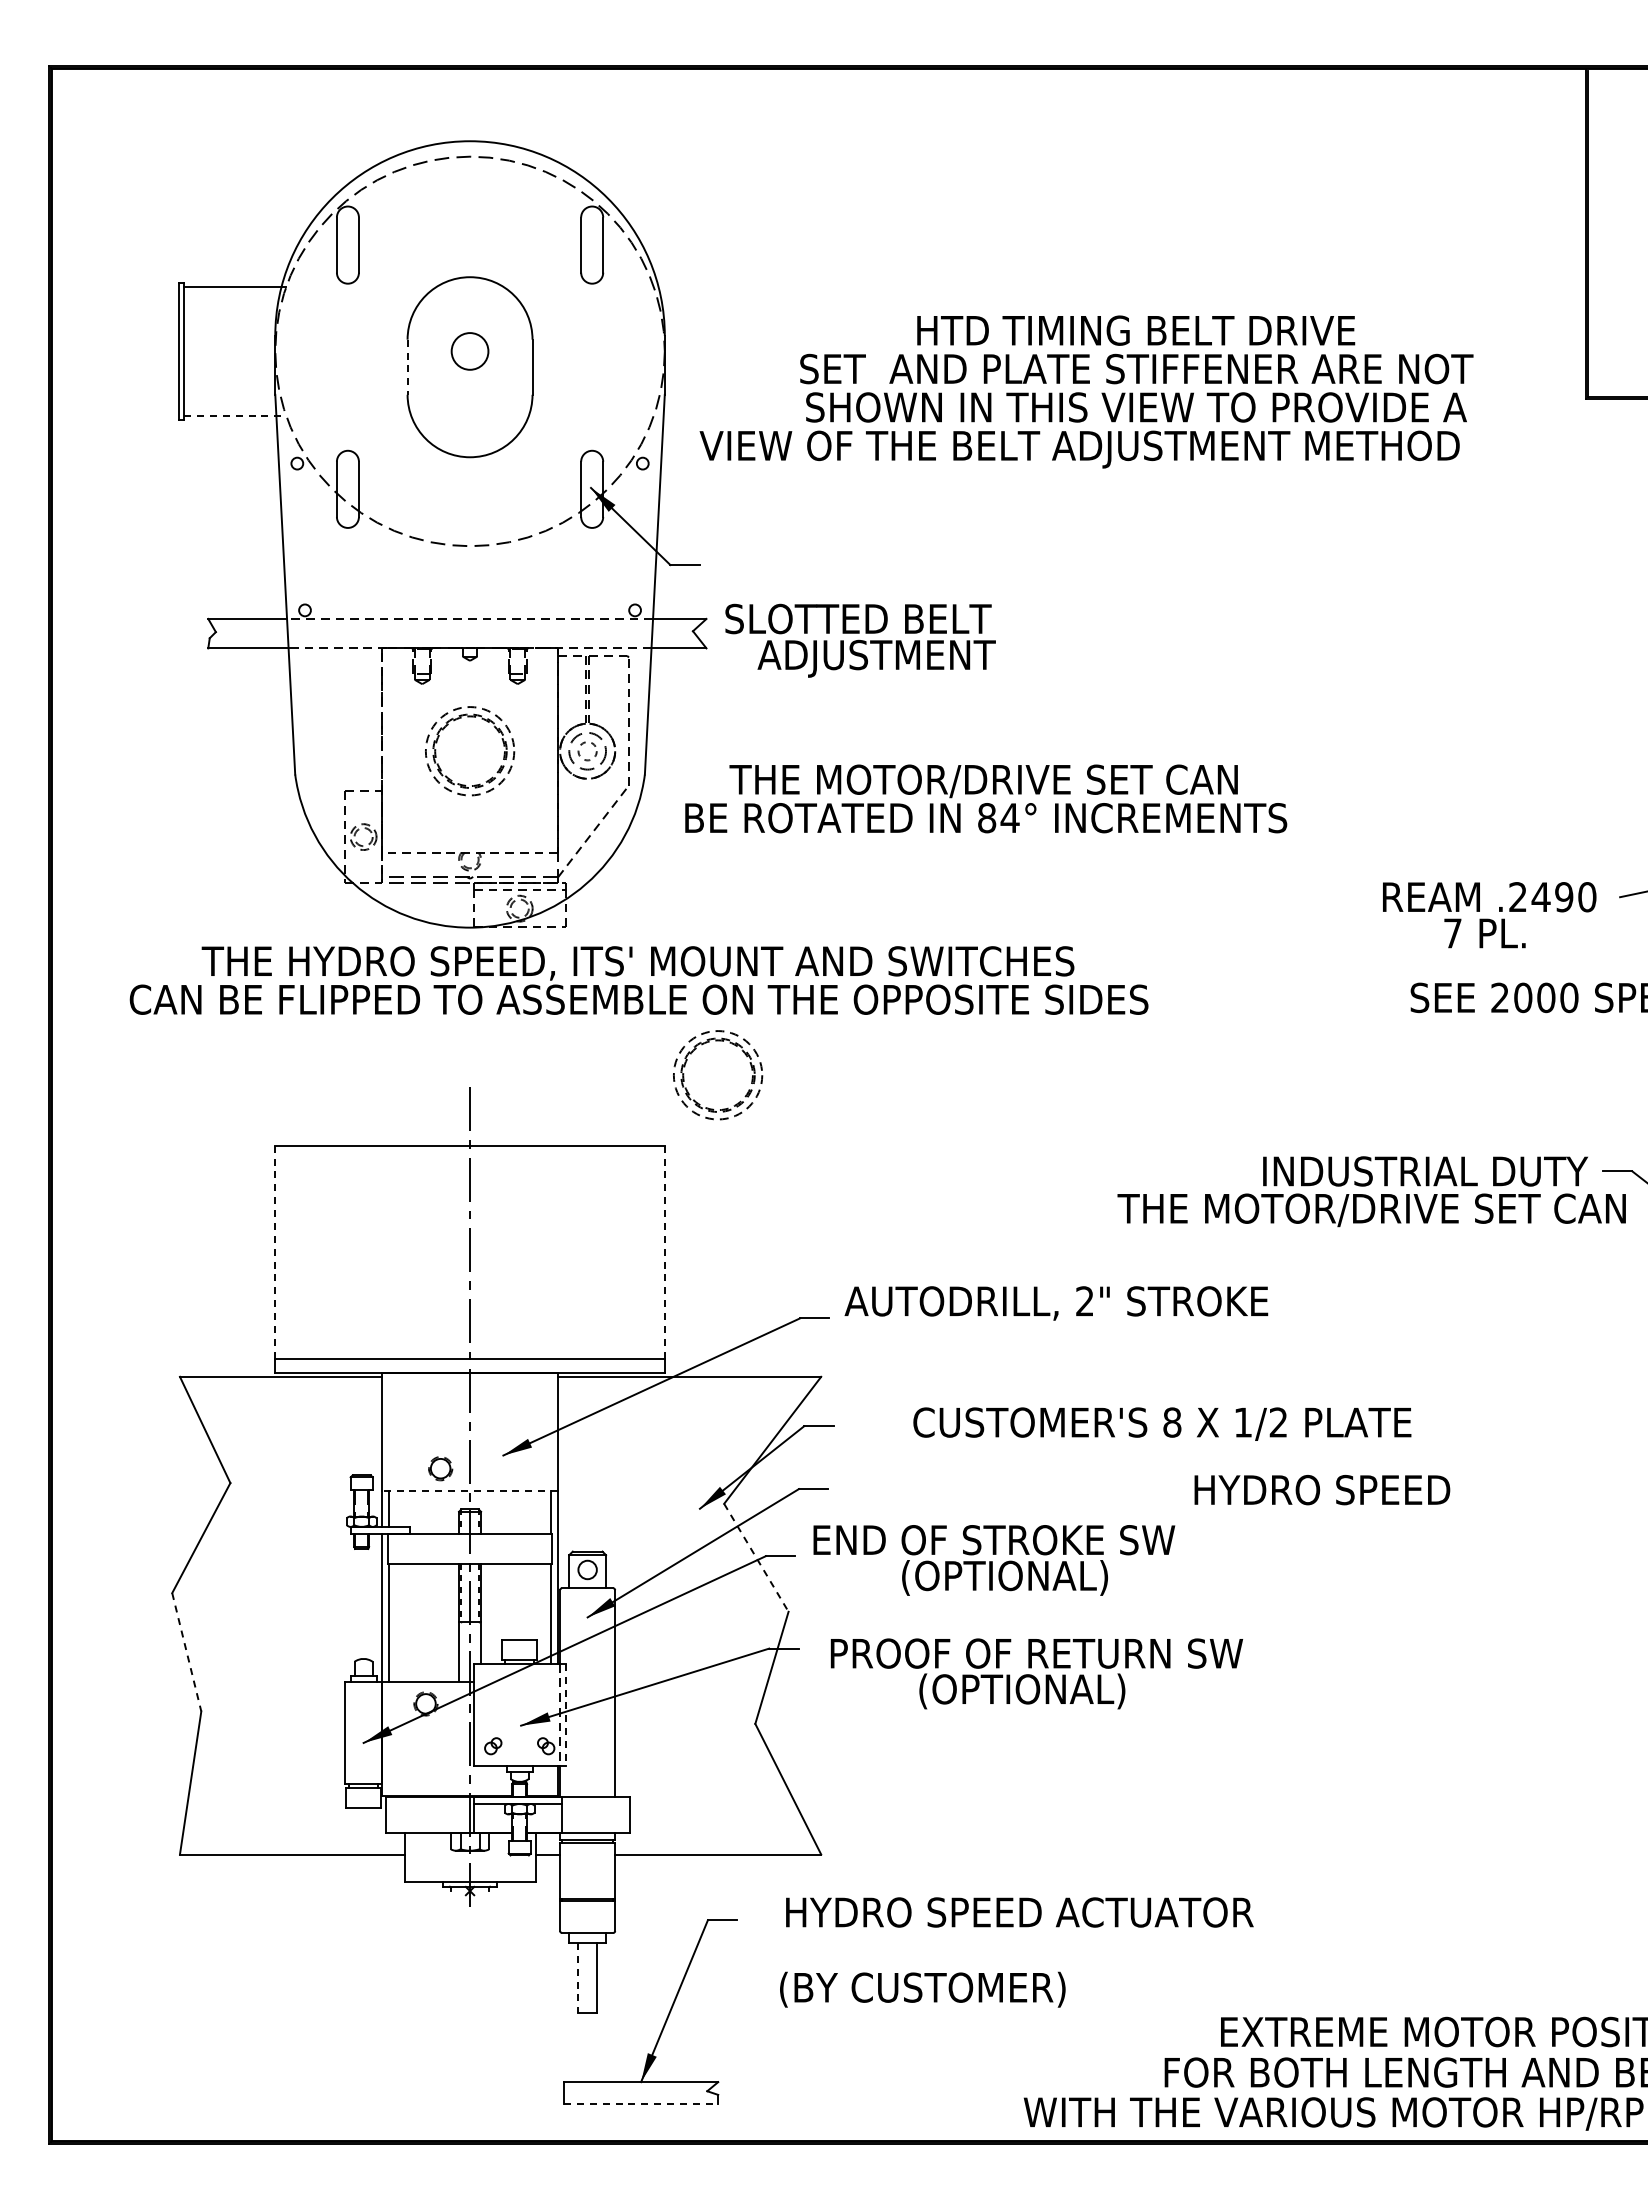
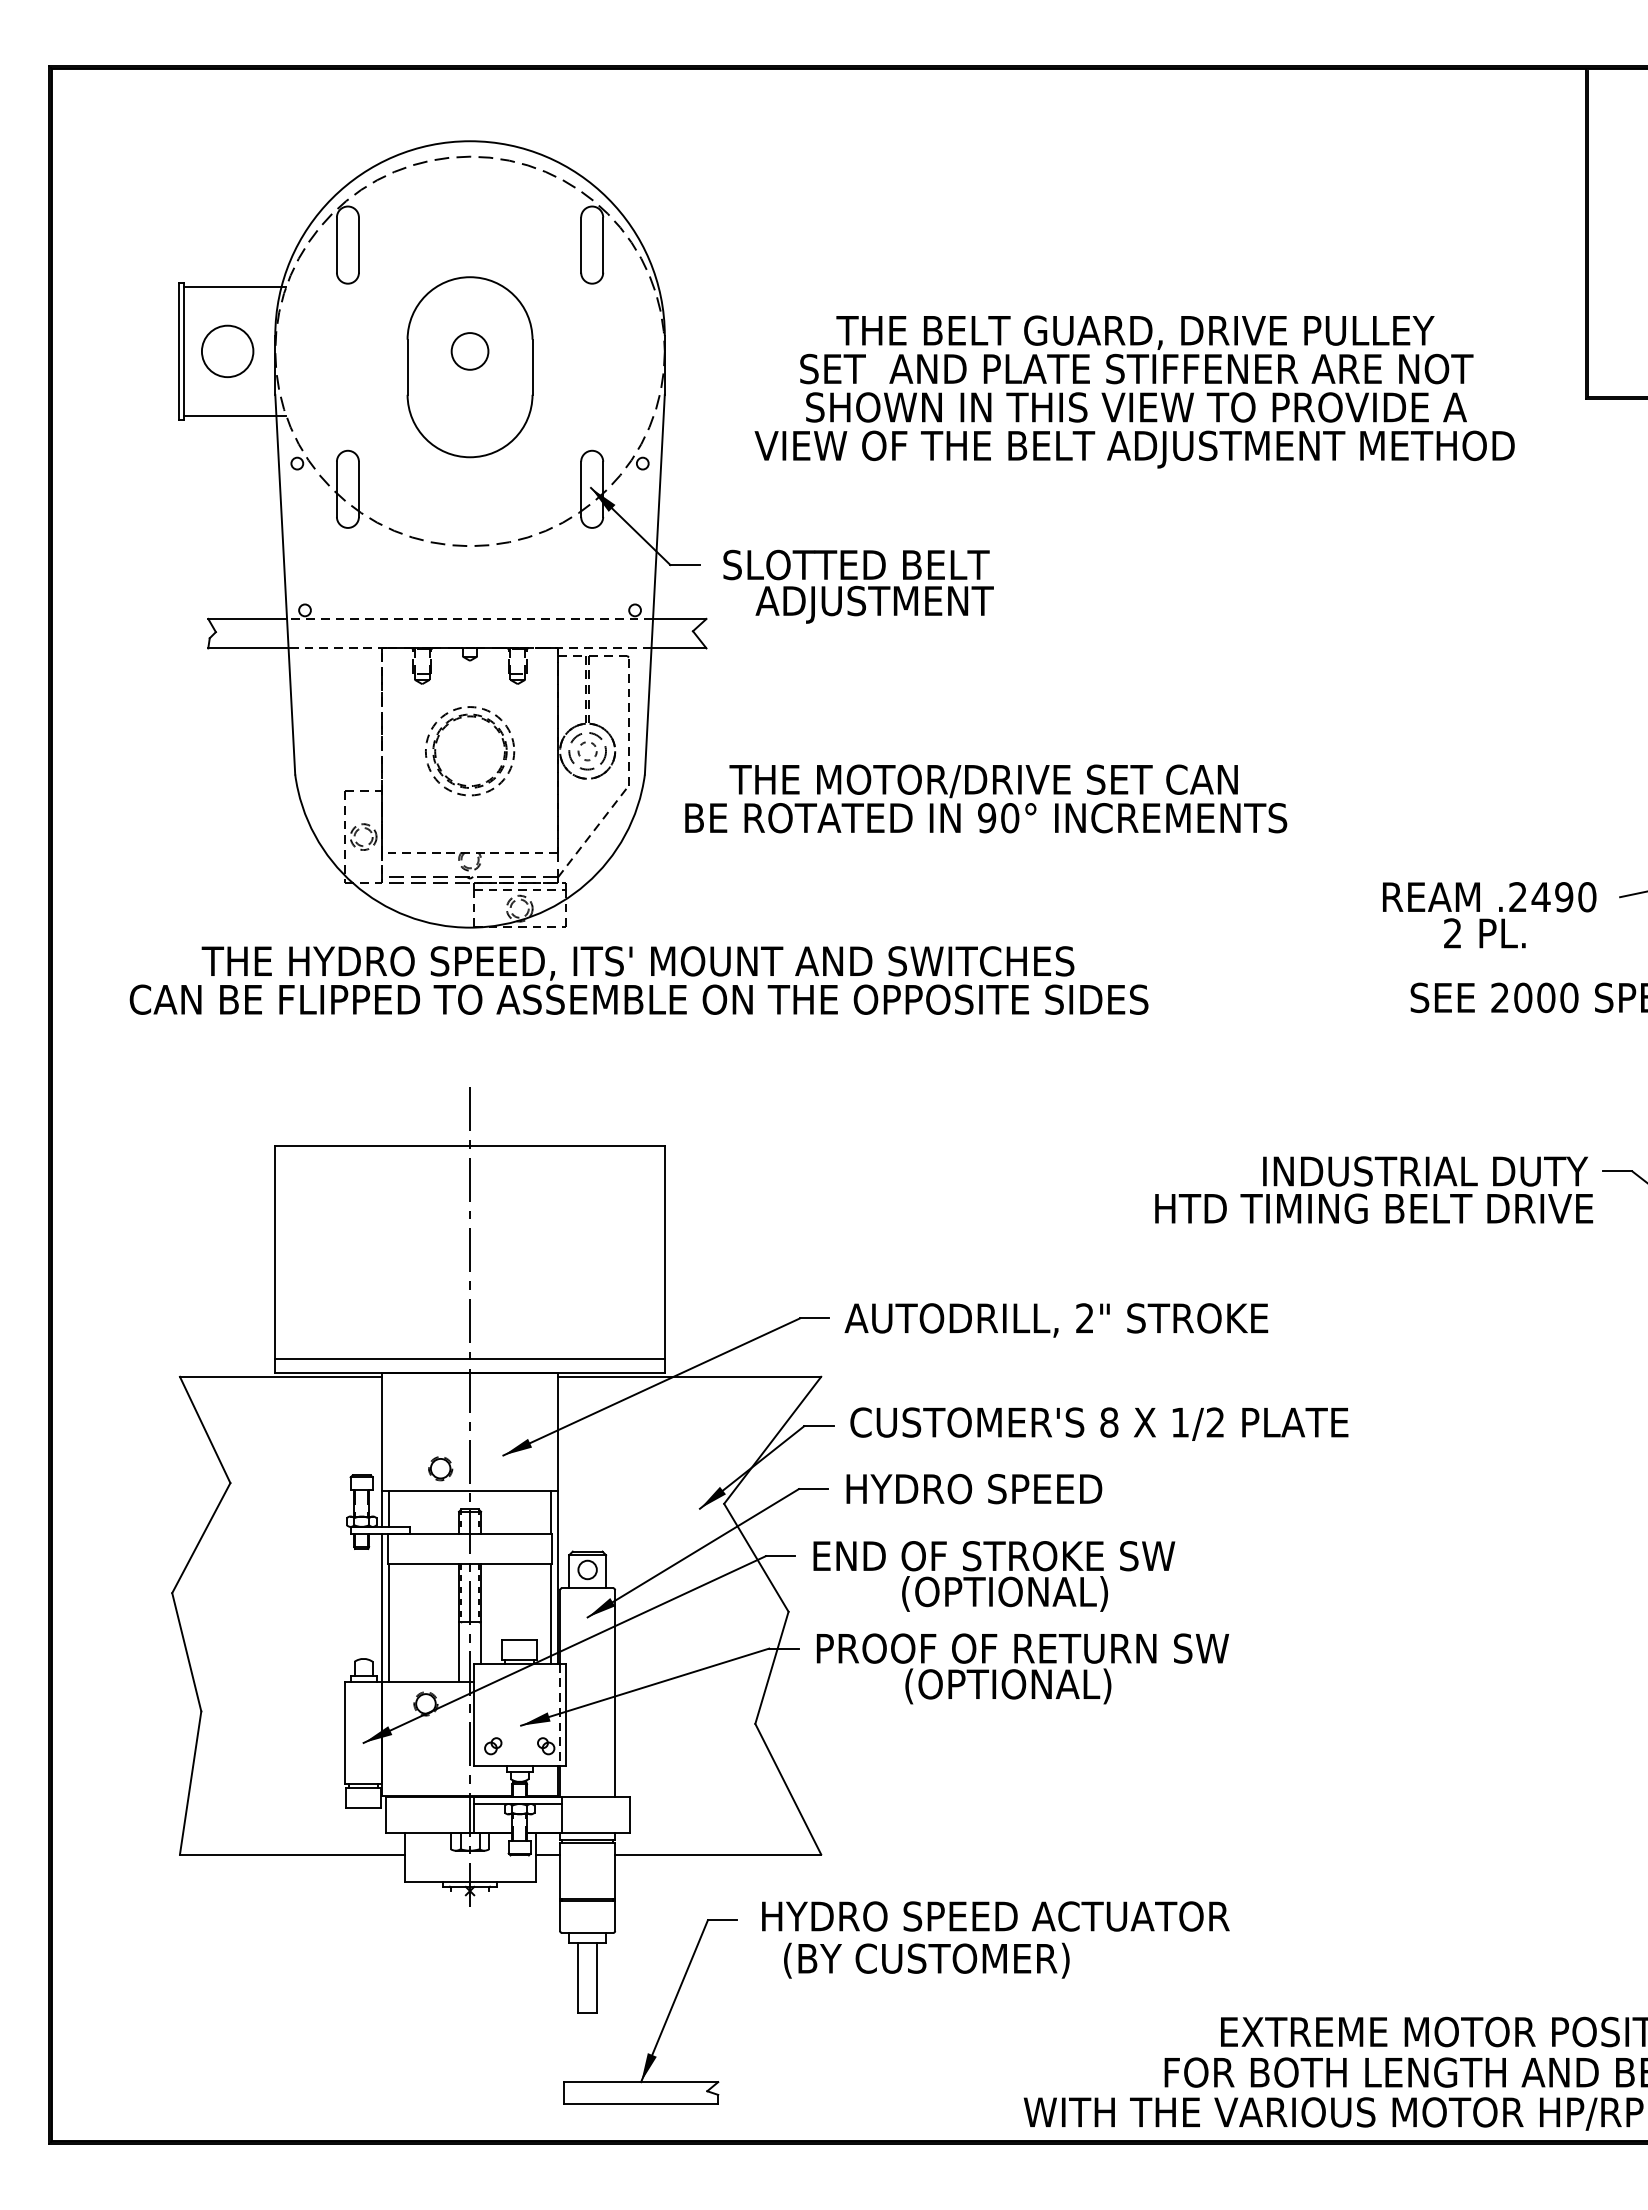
text at (1135, 332): HTD TIMING BELT DRIVE -> THE BELT GUARD, DRIVE PULLEY
circle at (227, 350): none -> present
line at (407, 367): dashed -> solid
line at (235, 416): dashed -> solid
text at (1079, 449) position: (1079, 449) -> (1134, 449)
text at (860, 640) position: (860, 640) -> (858, 586)
text at (998, 818): 84° -> 90°
text at (1452, 933): 7 -> 2
part at (748, 1089): present -> none
text at (1371, 1210): THE MOTOR/DRIVE SET CAN -> HTD TIMING BELT DRIVE
line at (275, 1252): dashed -> solid
line at (664, 1252): dashed -> solid
text at (1056, 1303) position: (1056, 1303) -> (1056, 1320)
text at (1162, 1423) position: (1162, 1423) -> (1099, 1423)
line at (469, 1490): dashed -> solid
text at (1322, 1490) position: (1322, 1490) -> (974, 1489)
line at (756, 1557): dashed -> solid
text at (994, 1560) position: (994, 1560) -> (994, 1576)
line at (186, 1652): dashed -> solid
text at (1036, 1673) position: (1036, 1673) -> (1022, 1668)
line at (565, 1715): dashed -> solid
text at (1019, 1912) position: (1019, 1912) -> (995, 1916)
line at (578, 1977): dashed -> solid
text at (922, 1989) position: (922, 1989) -> (926, 1960)
line at (641, 2104): dashed -> solid
